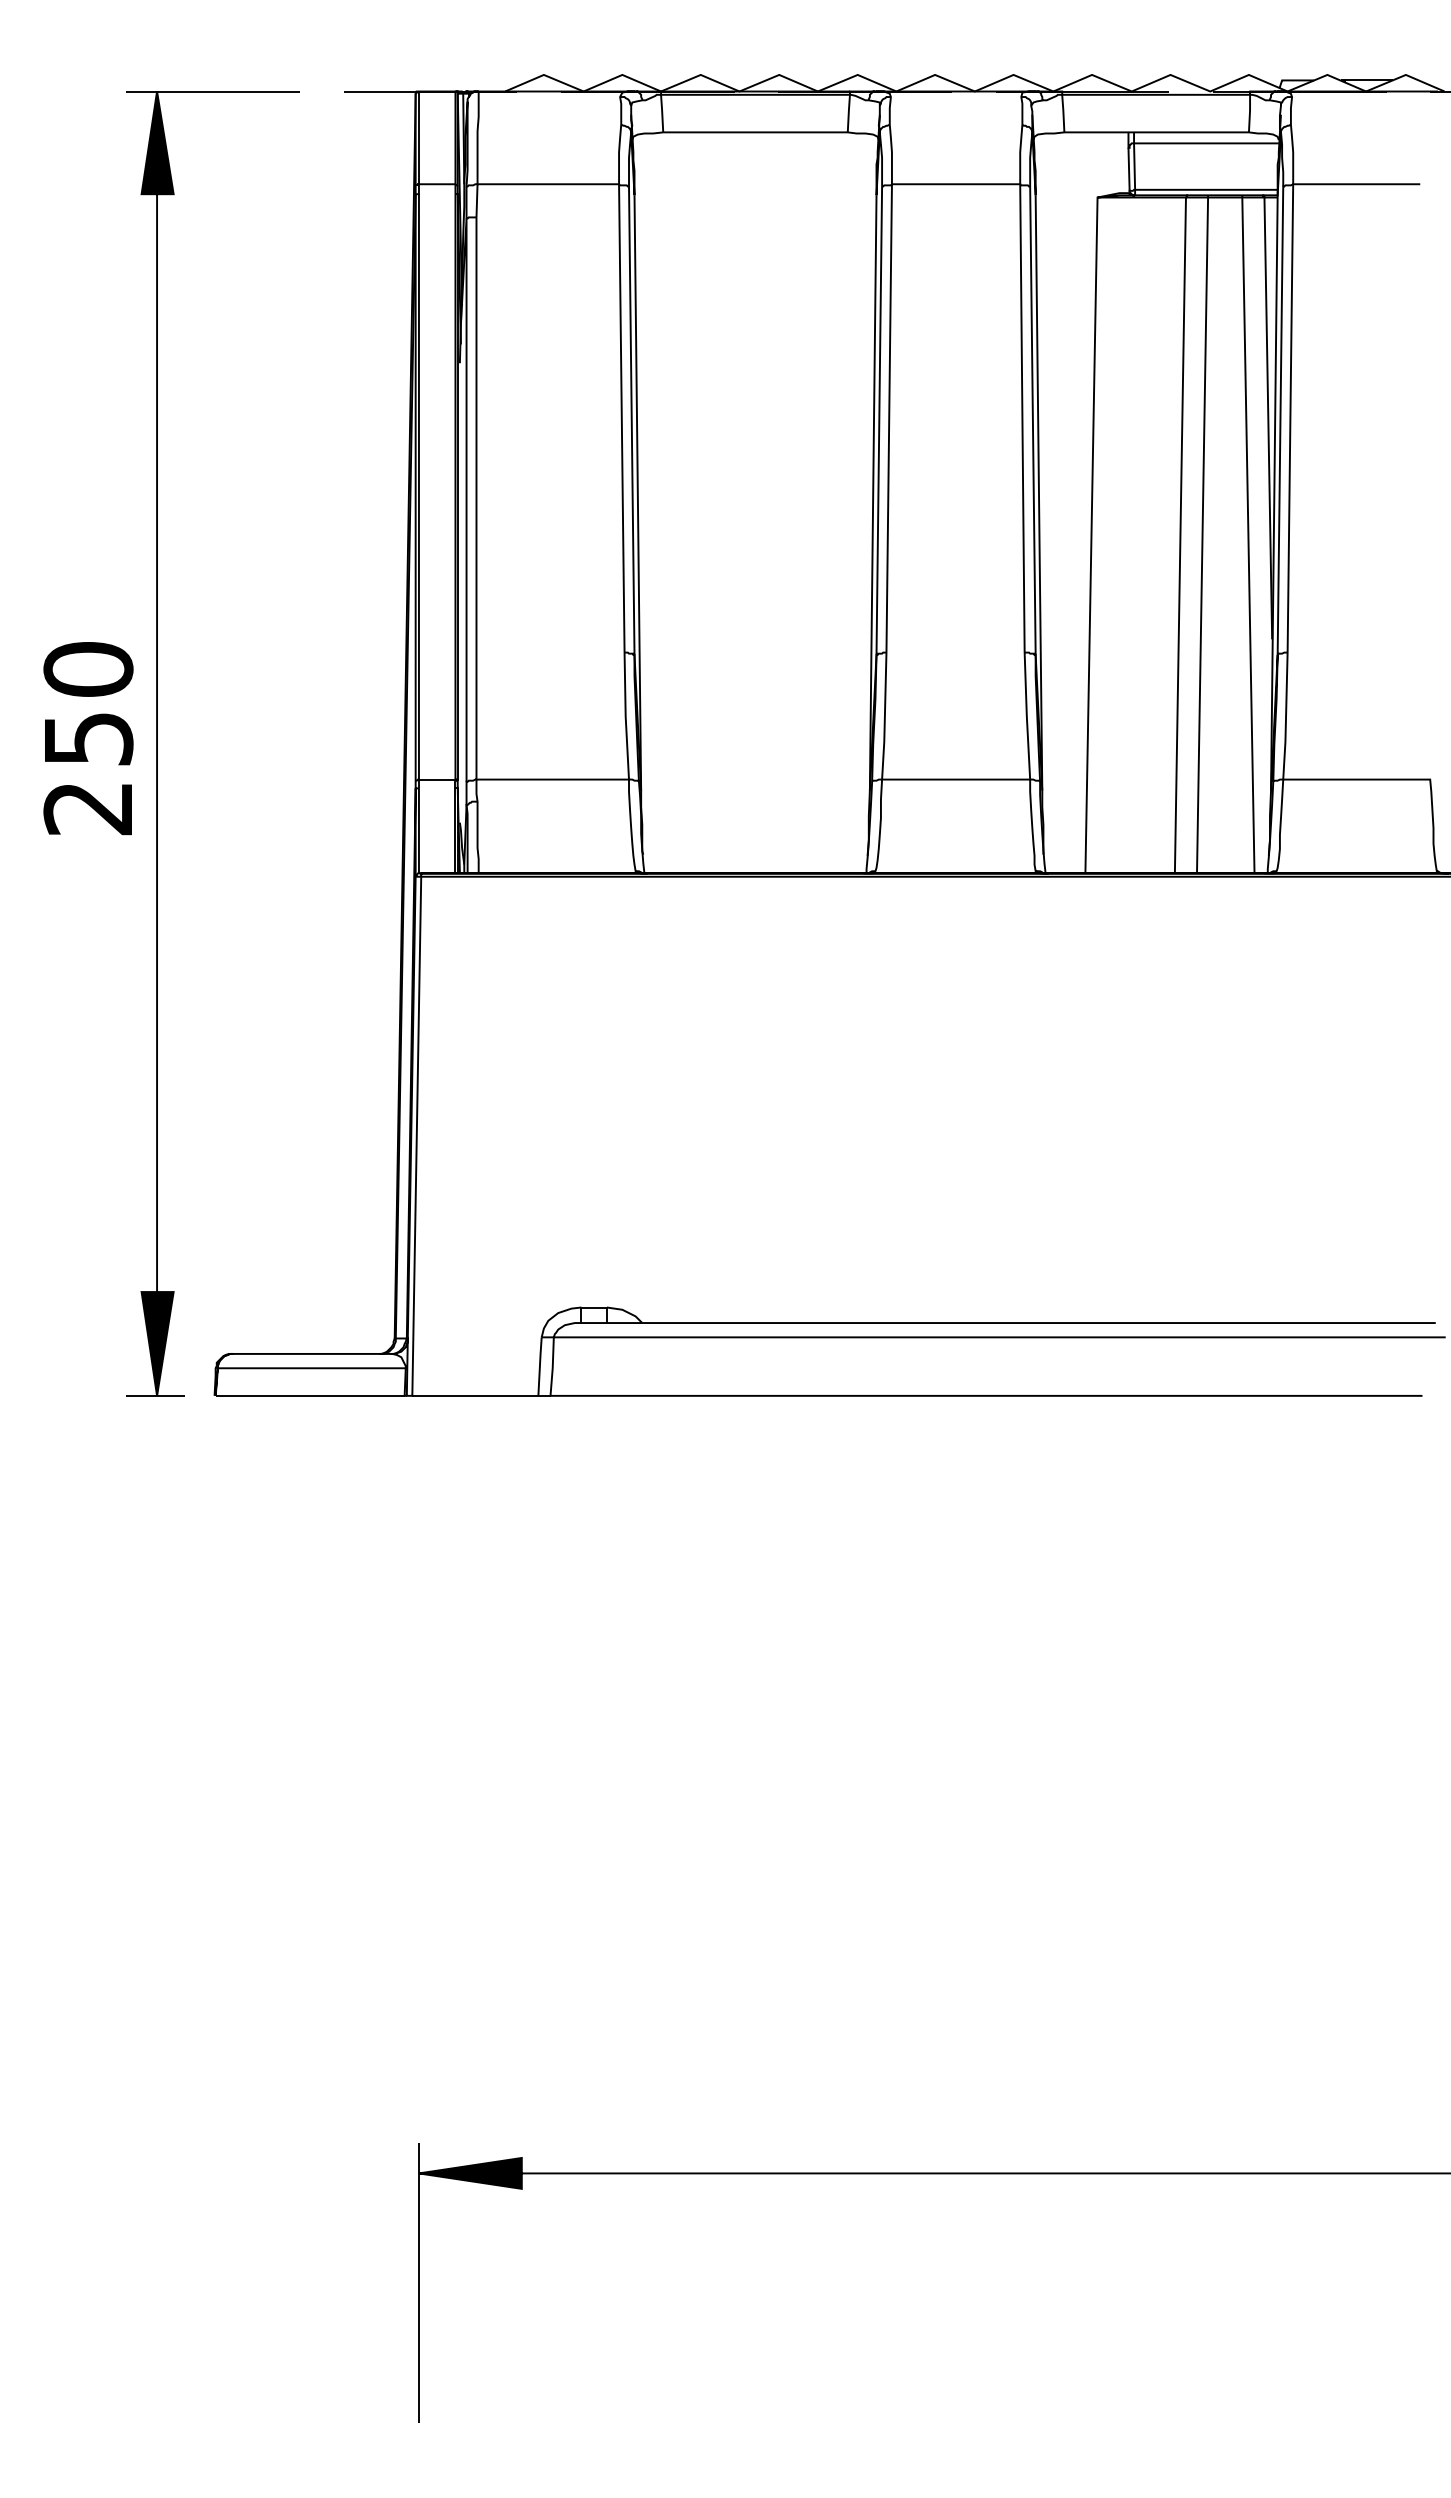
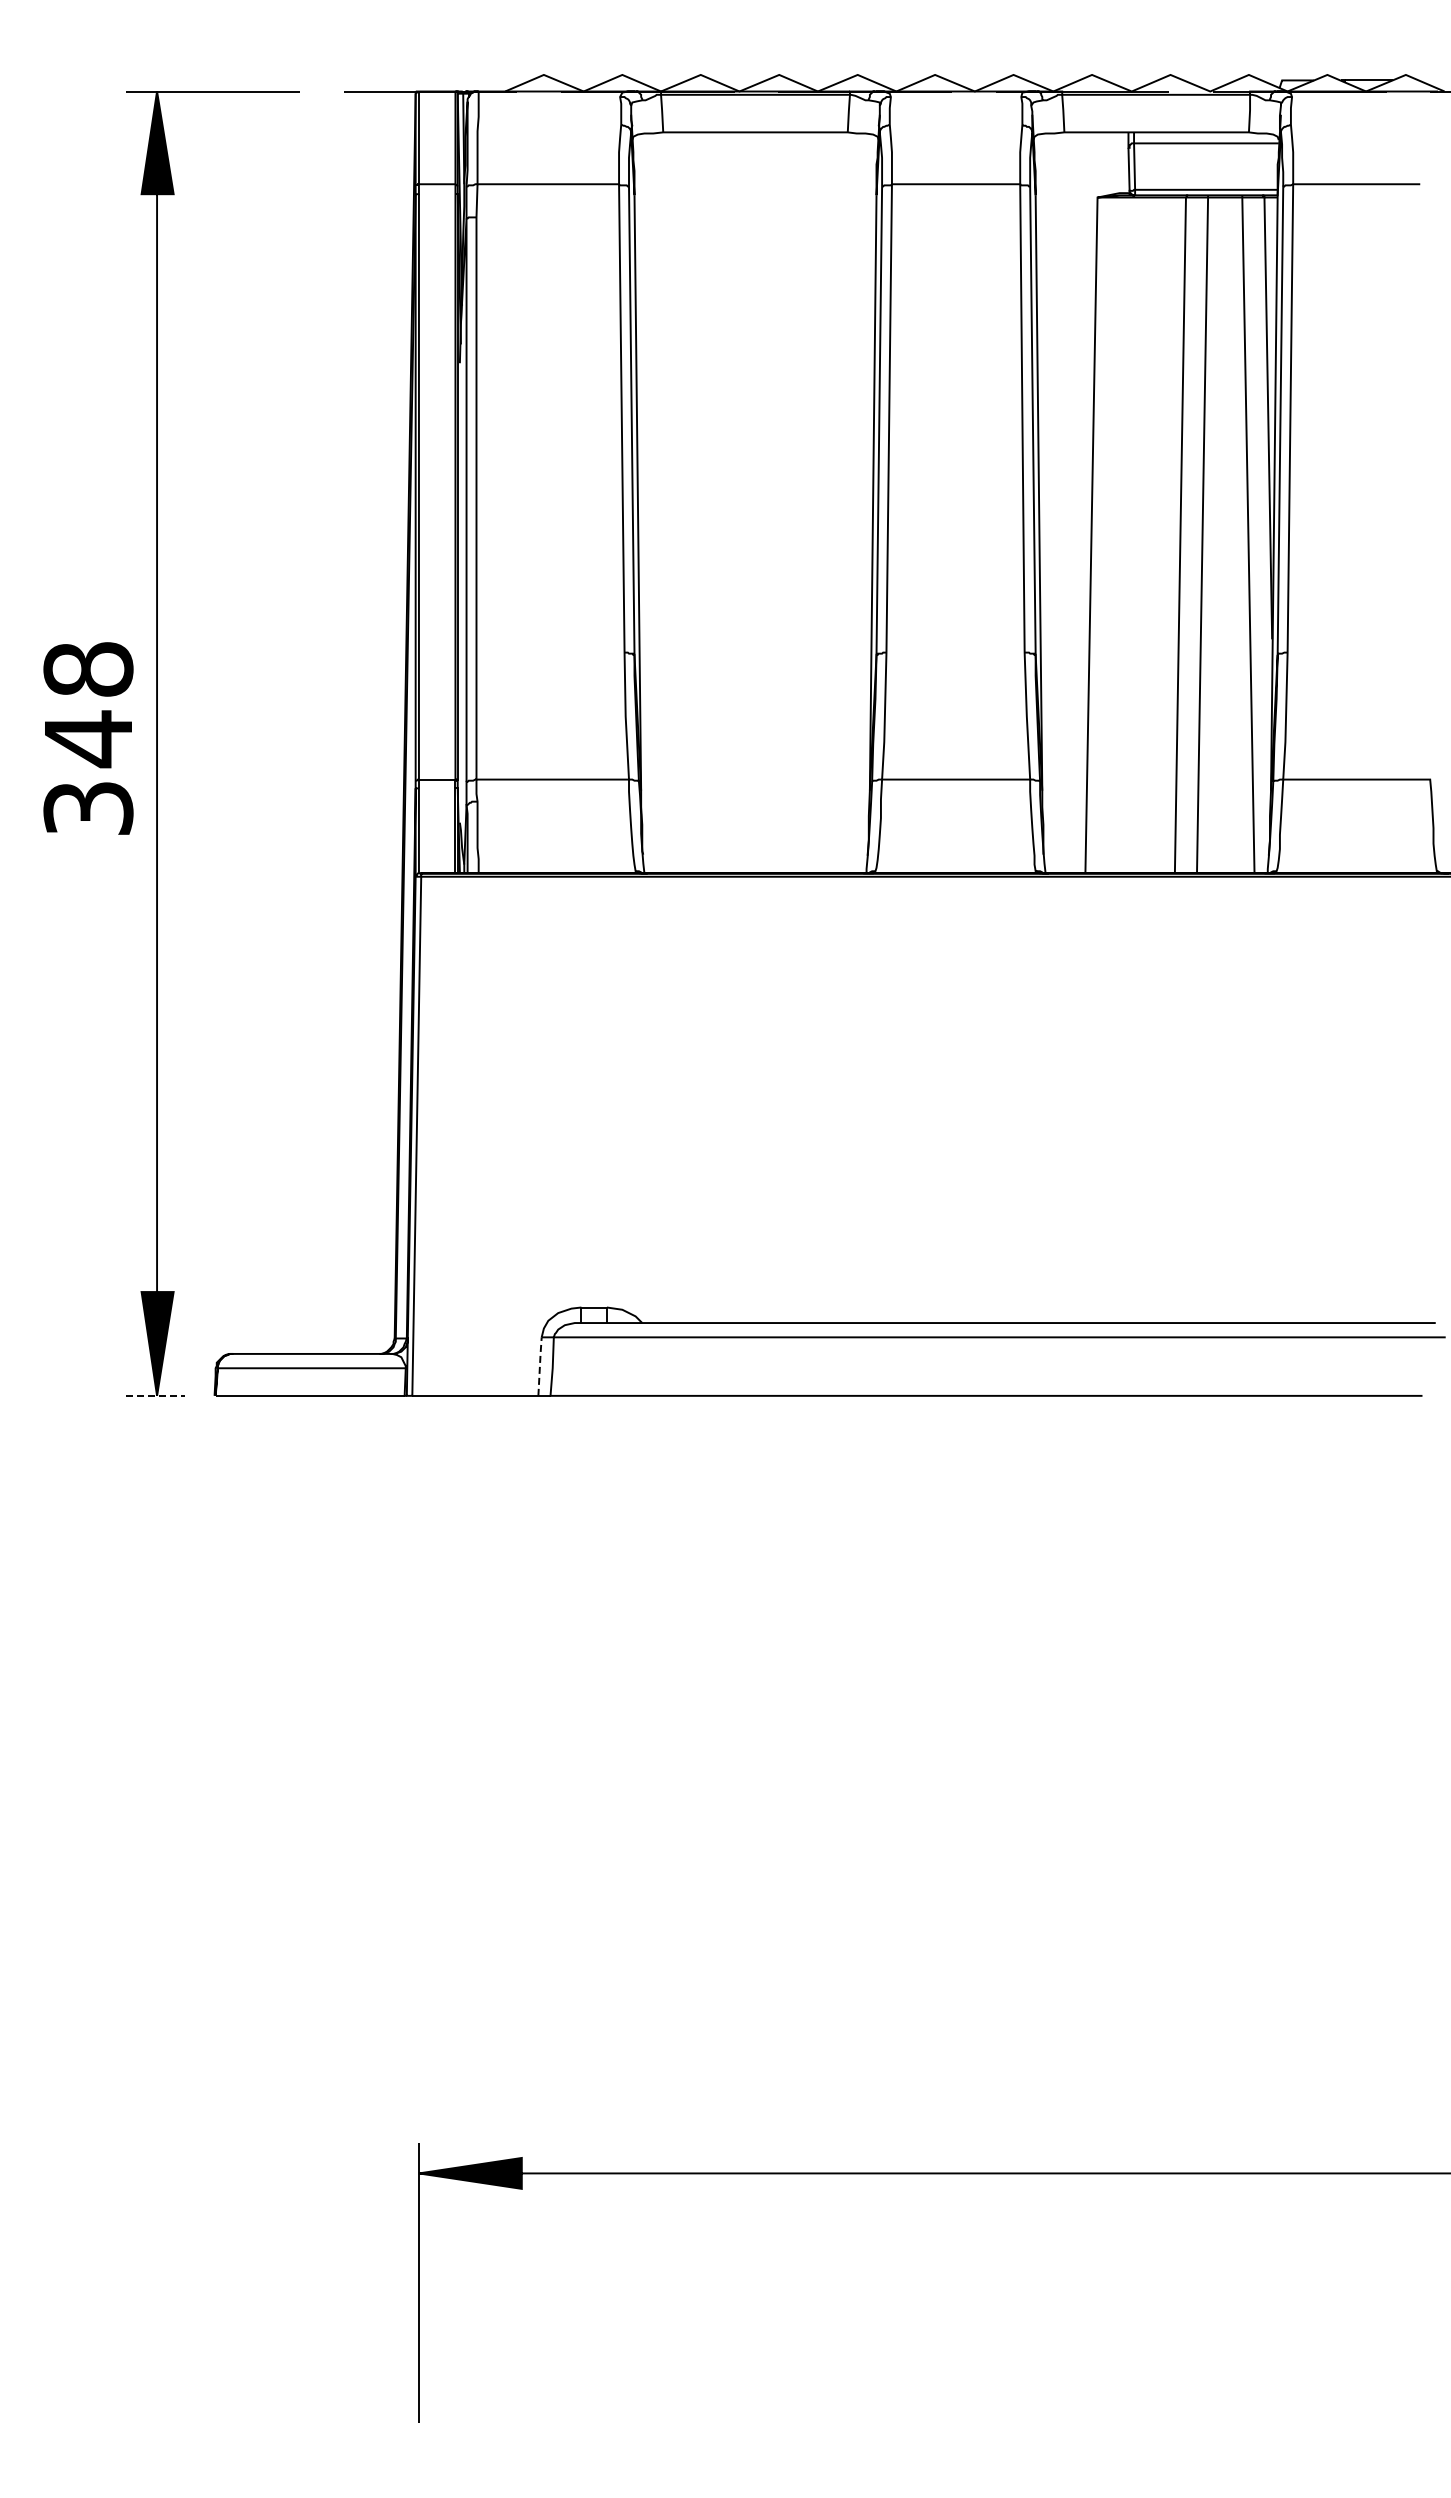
text at (88, 738): 250 -> 348
line at (539, 1365): solid -> dashed
line at (155, 1395): solid -> dashed
